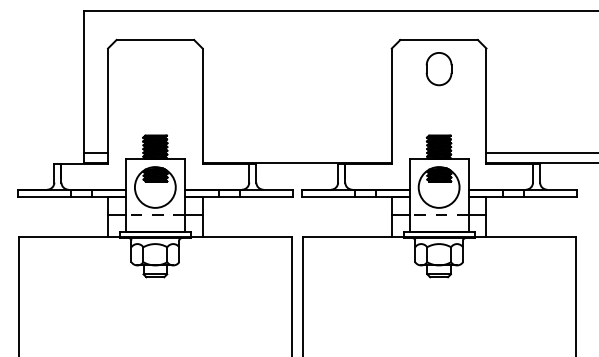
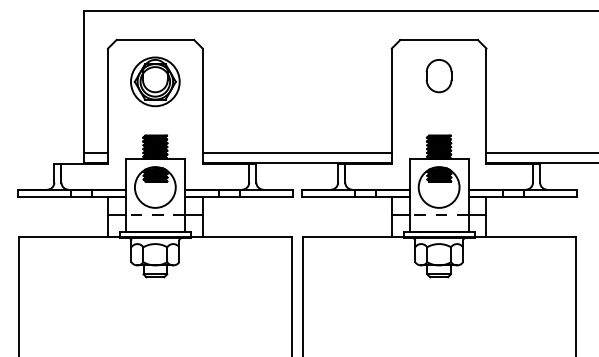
part at (438, 69) position: (438, 69) -> (438, 76)
part at (155, 81): none -> present
line at (296, 152): none -> present
